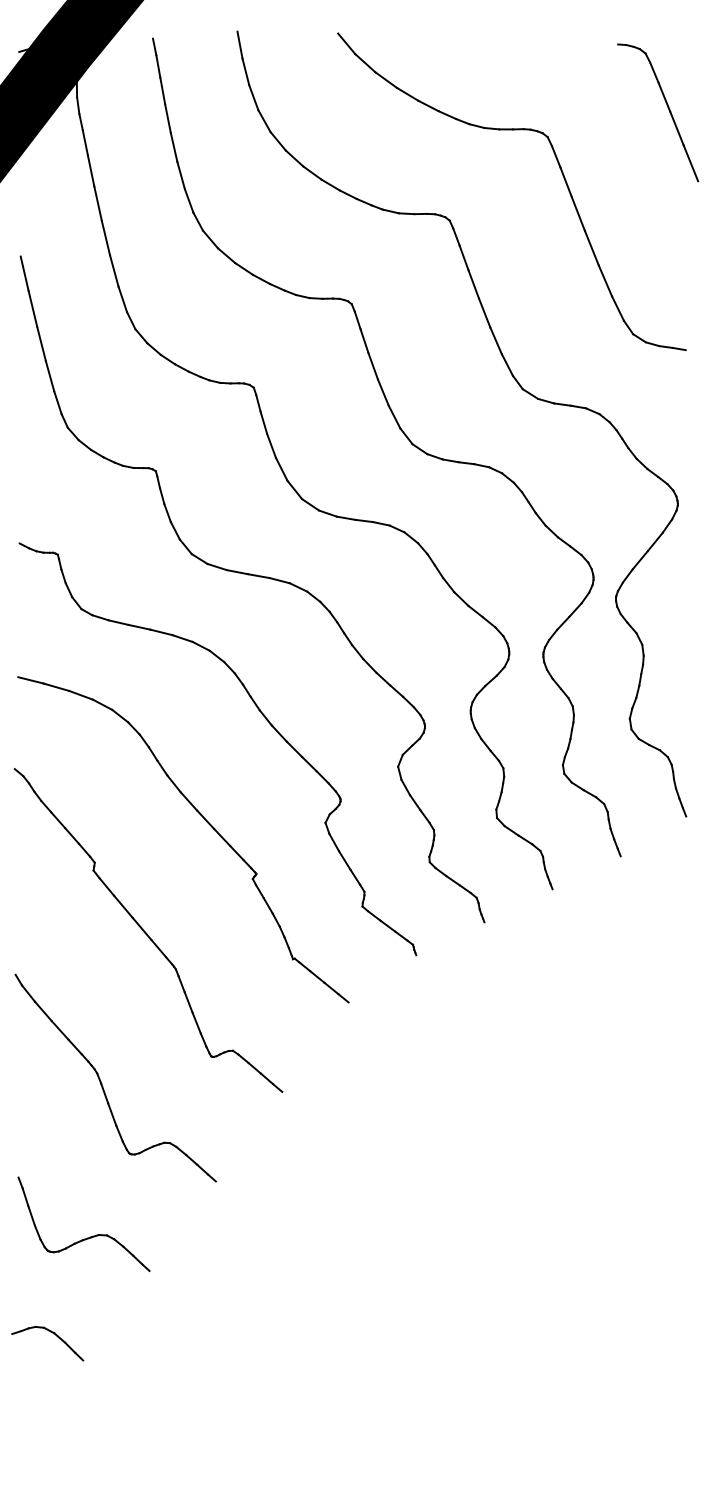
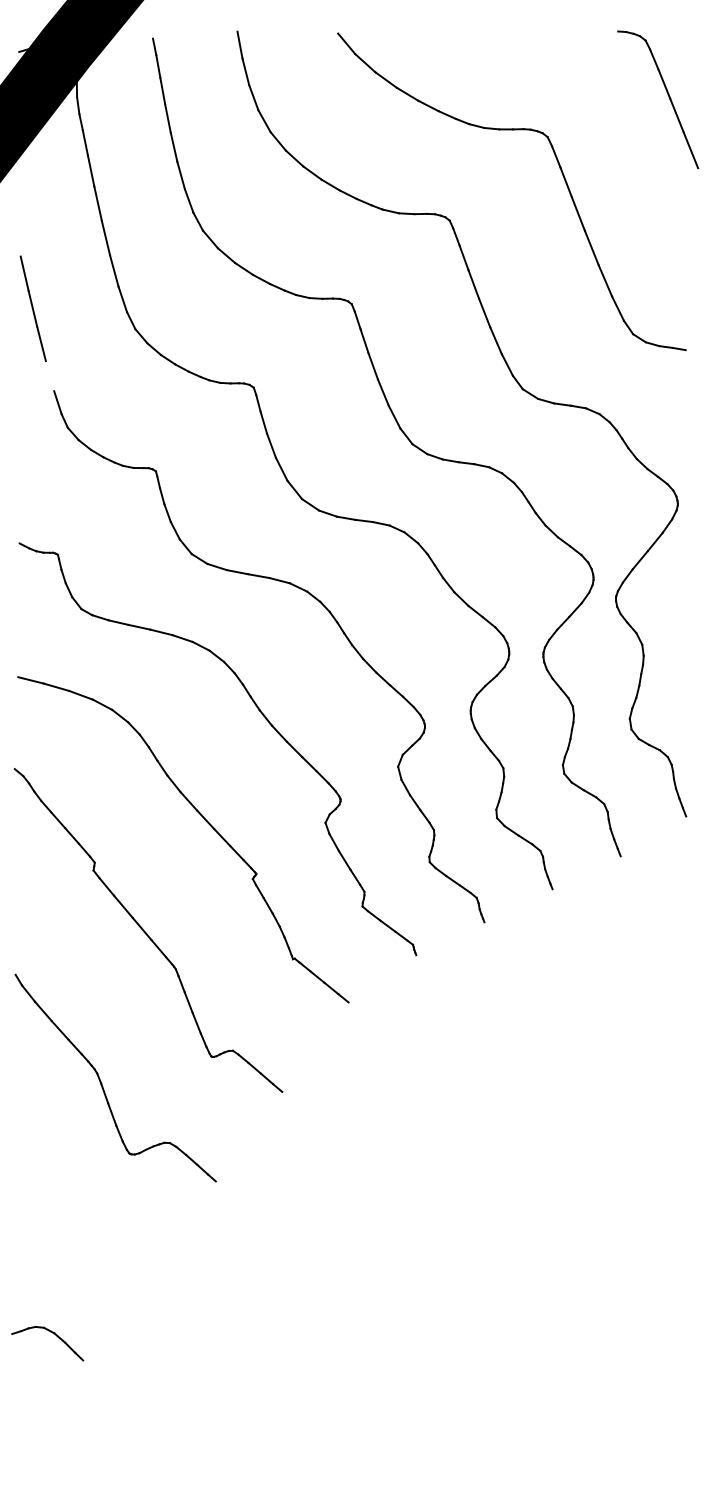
part at (668, 110) position: (668, 110) -> (668, 97)
line at (49, 376): present -> none
part at (87, 1237): present -> none
